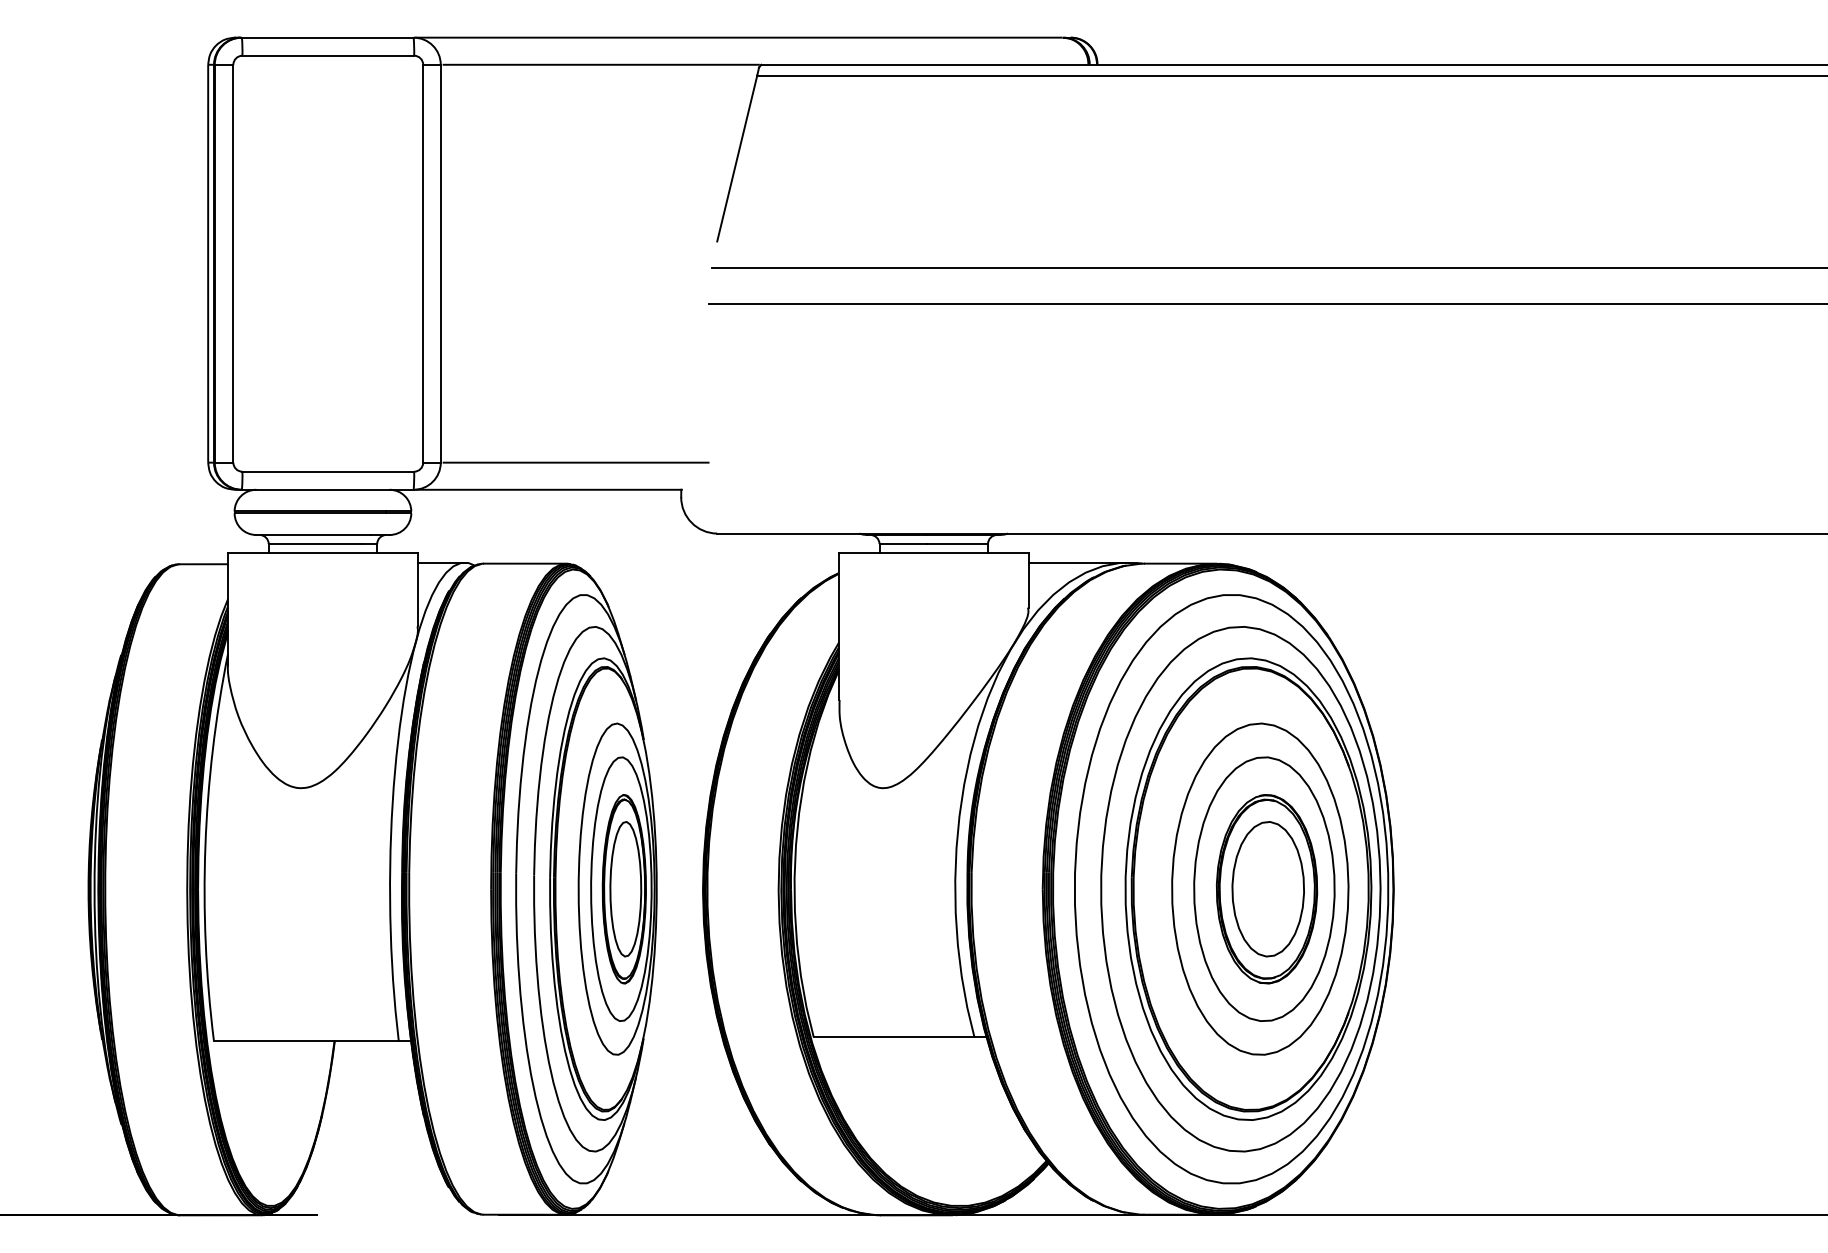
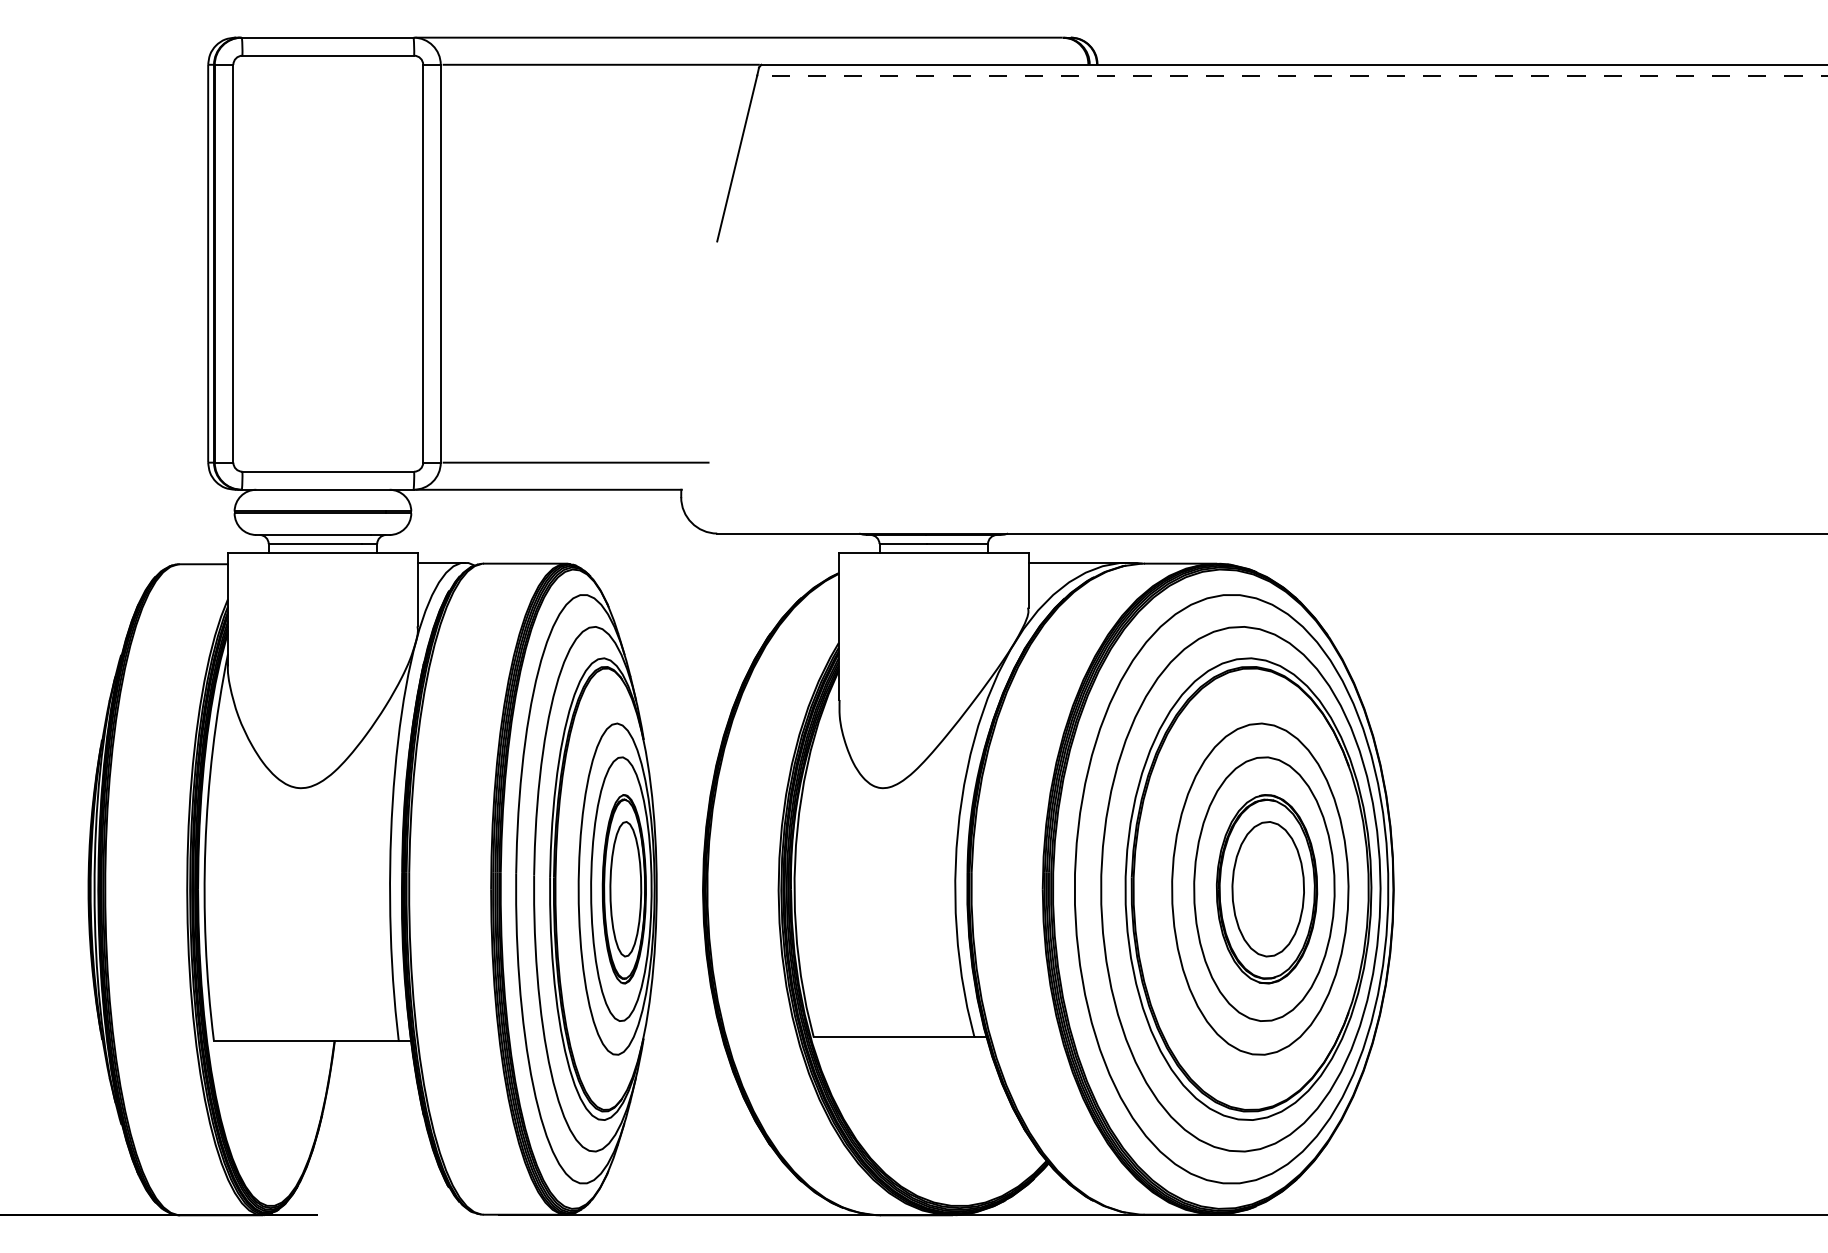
line at (1292, 75): solid -> dashed
line at (1267, 268): present -> none
line at (1266, 303): present -> none
